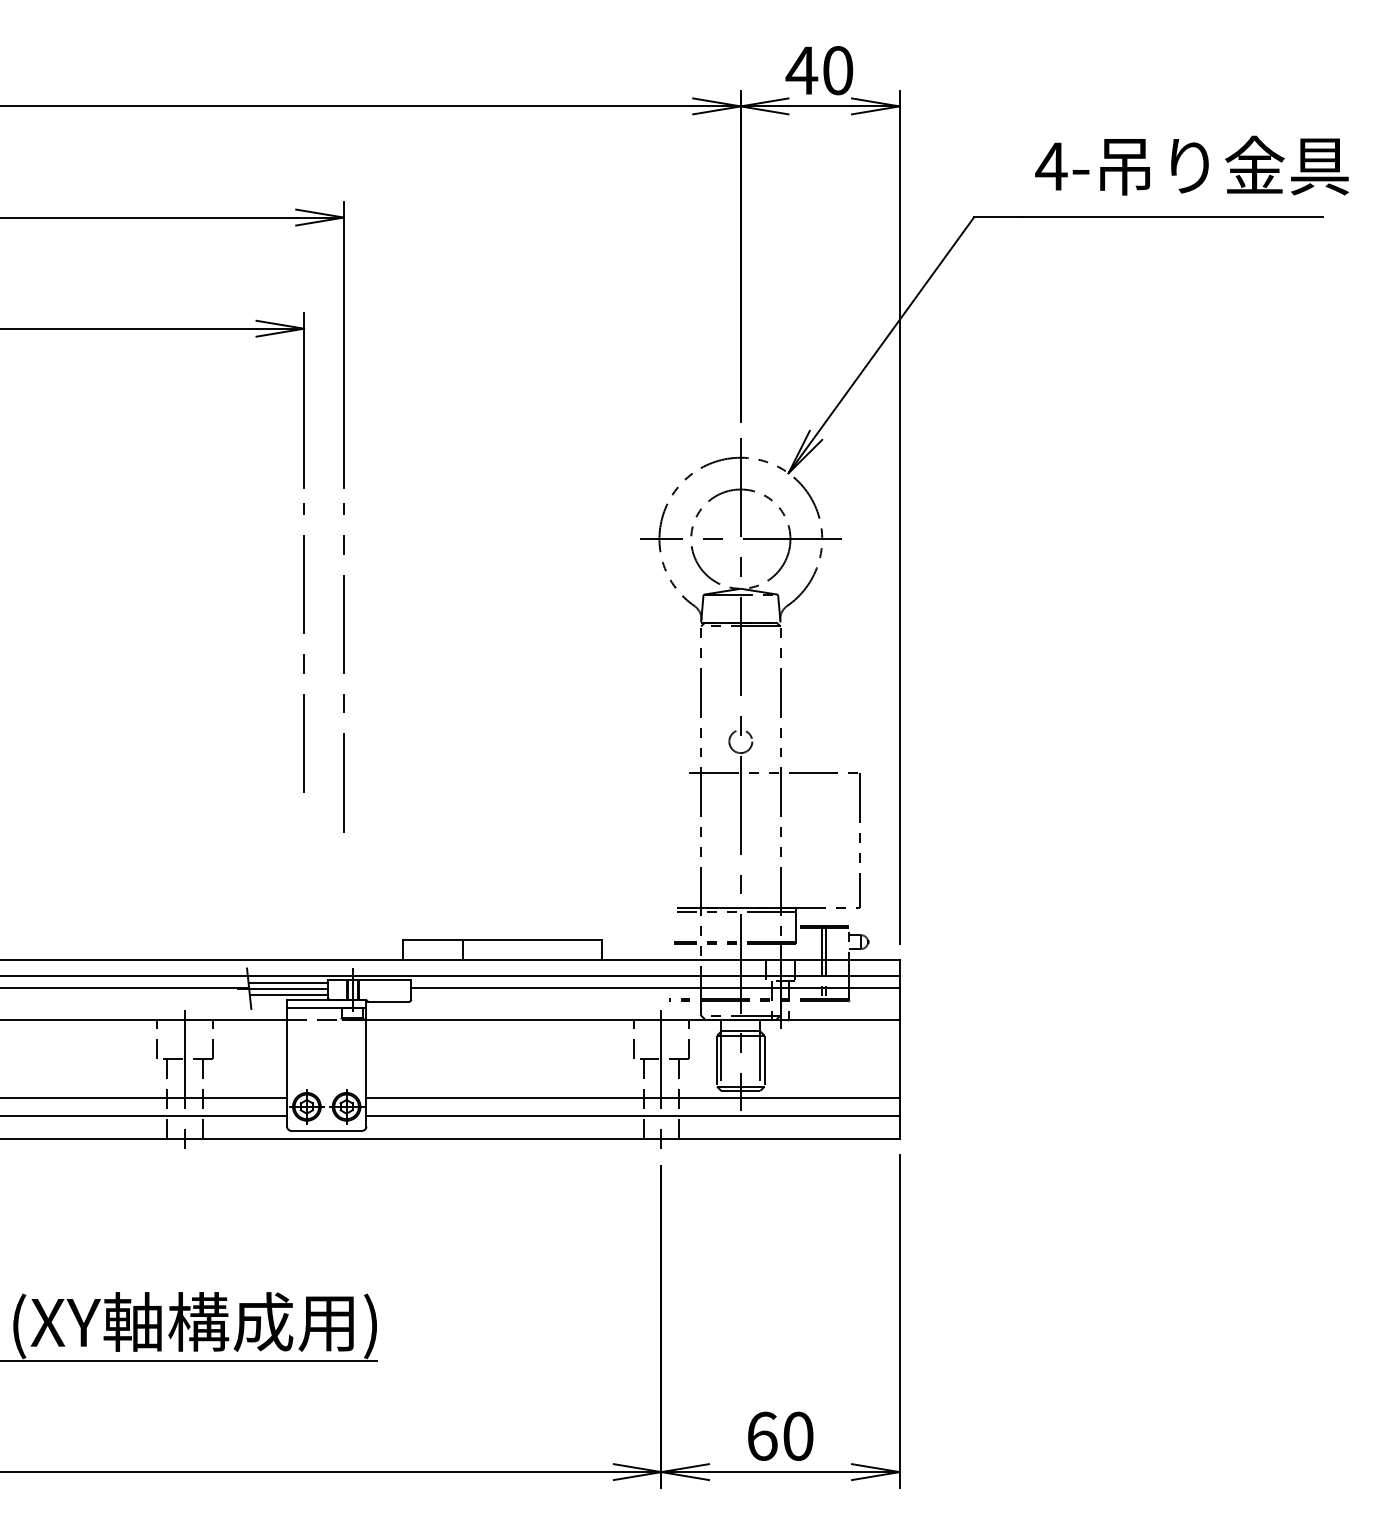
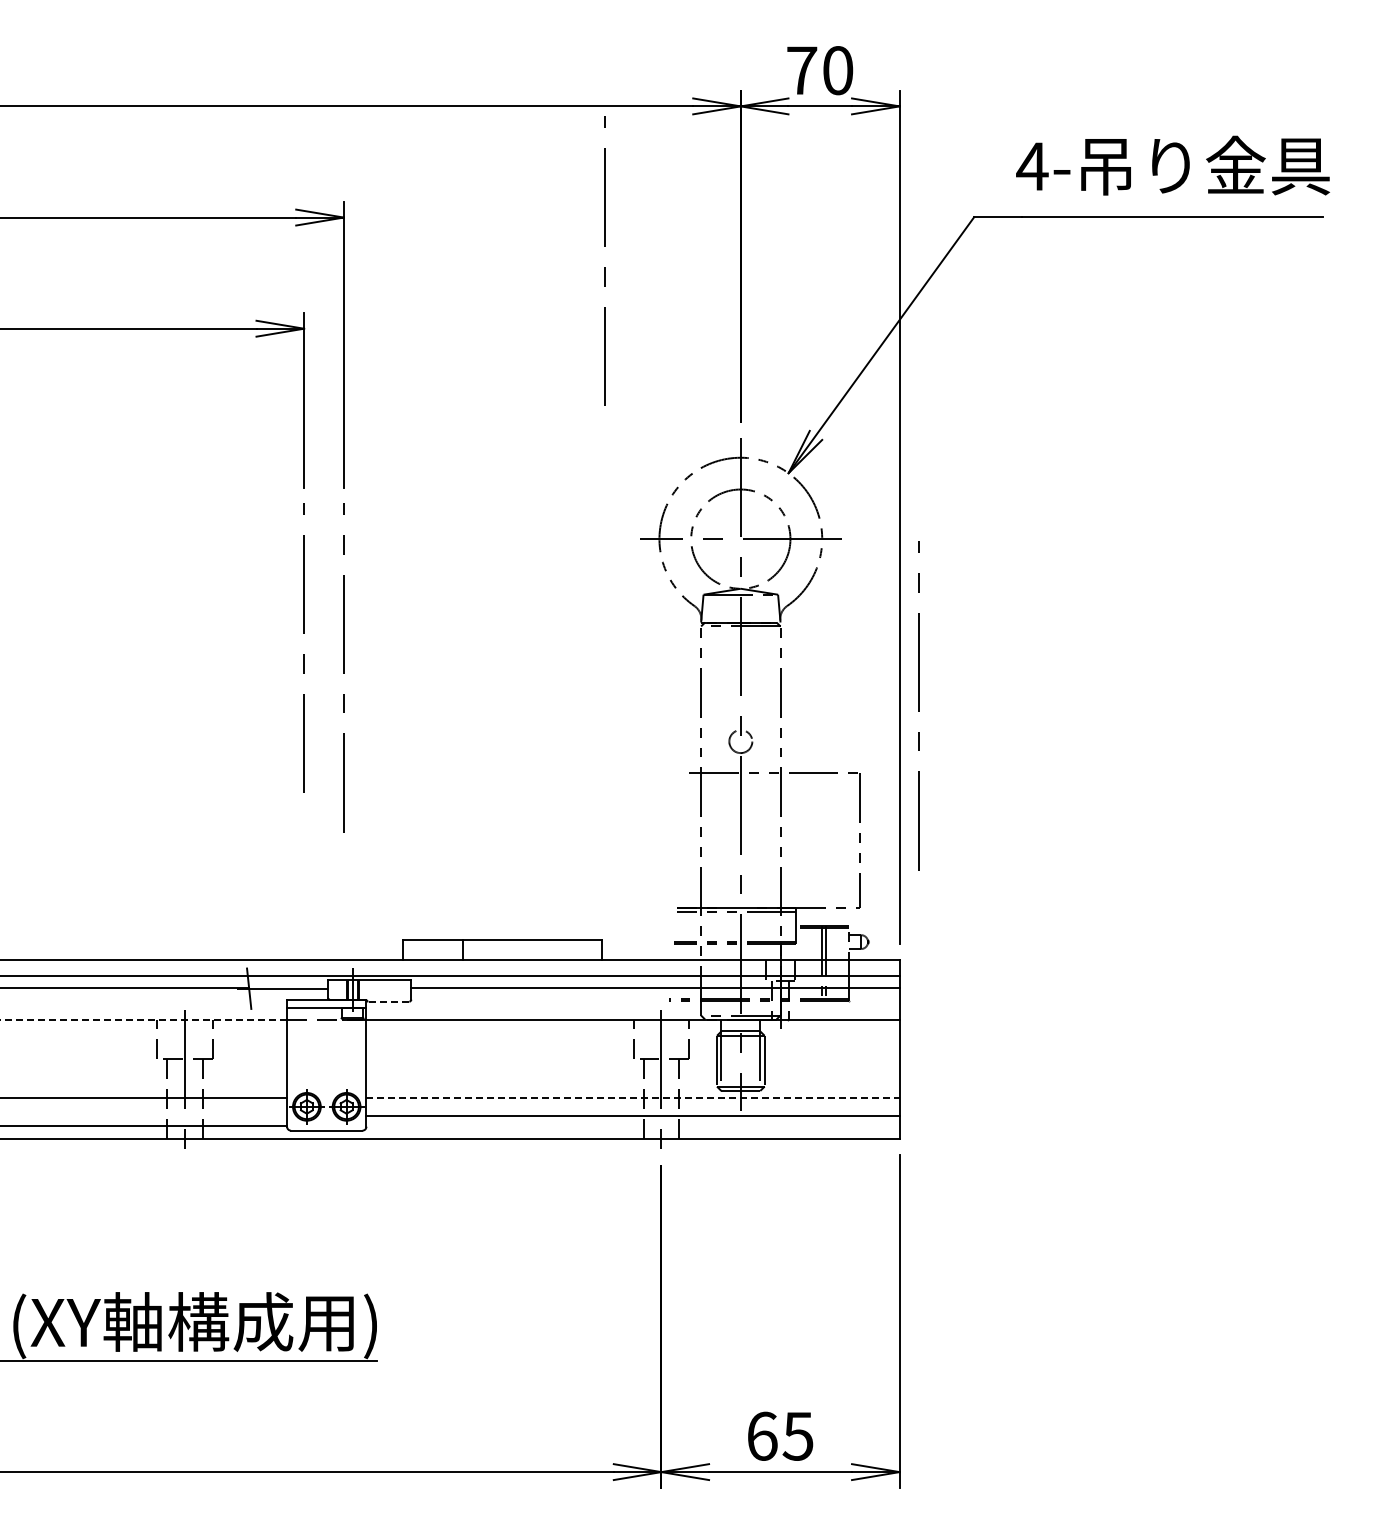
text at (801, 70): 40 -> 70
text at (1191, 165) position: (1191, 165) -> (1172, 165)
line at (604, 267): none -> present
line at (918, 705): none -> present
line at (287, 982): present -> none
line at (288, 994): present -> none
line at (388, 1001): solid -> dashed
line at (143, 1019): solid -> dashed
line at (633, 1097): solid -> dashed
line at (144, 1115) position: (144, 1115) -> (144, 1125)
text at (797, 1435): 60 -> 65
